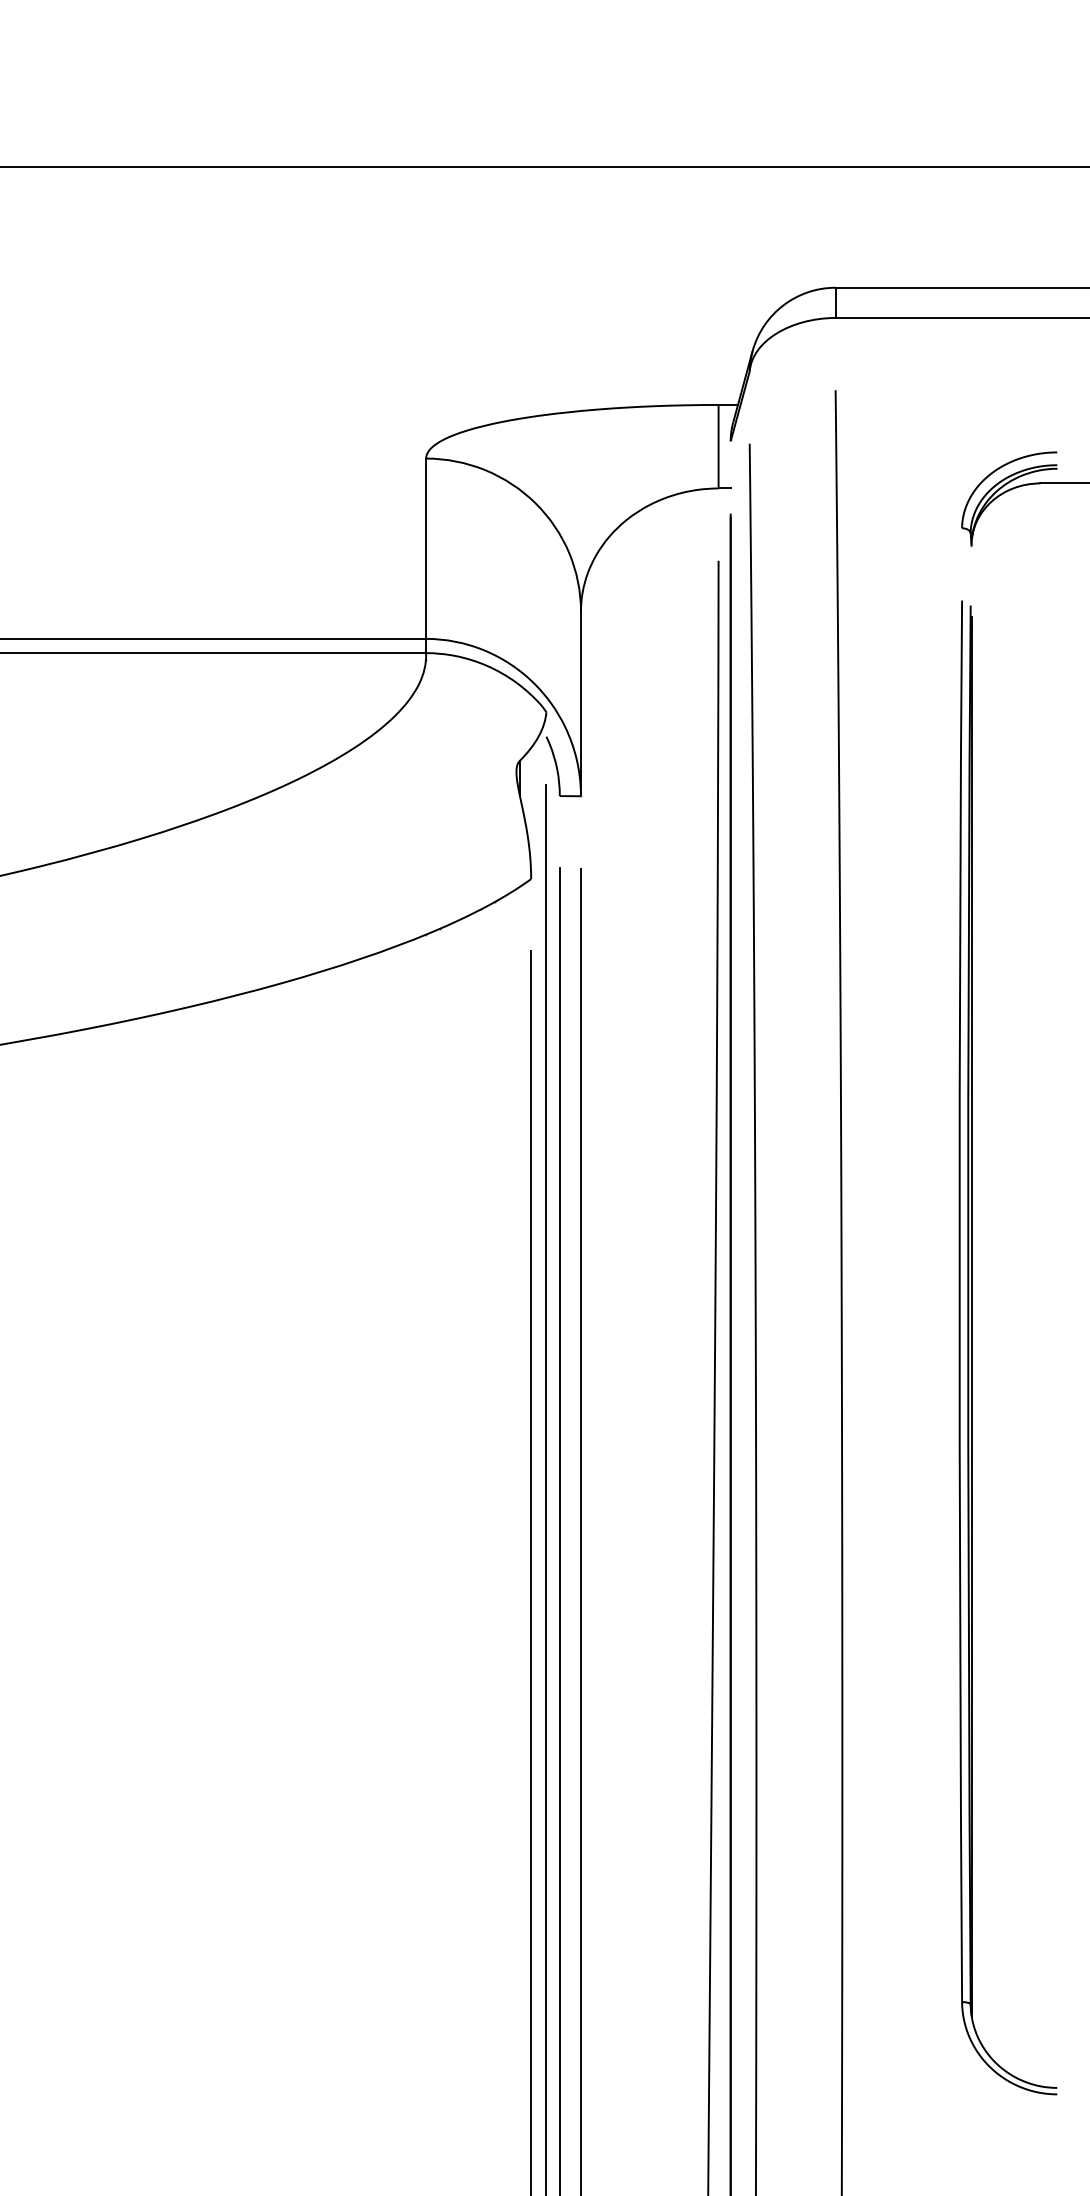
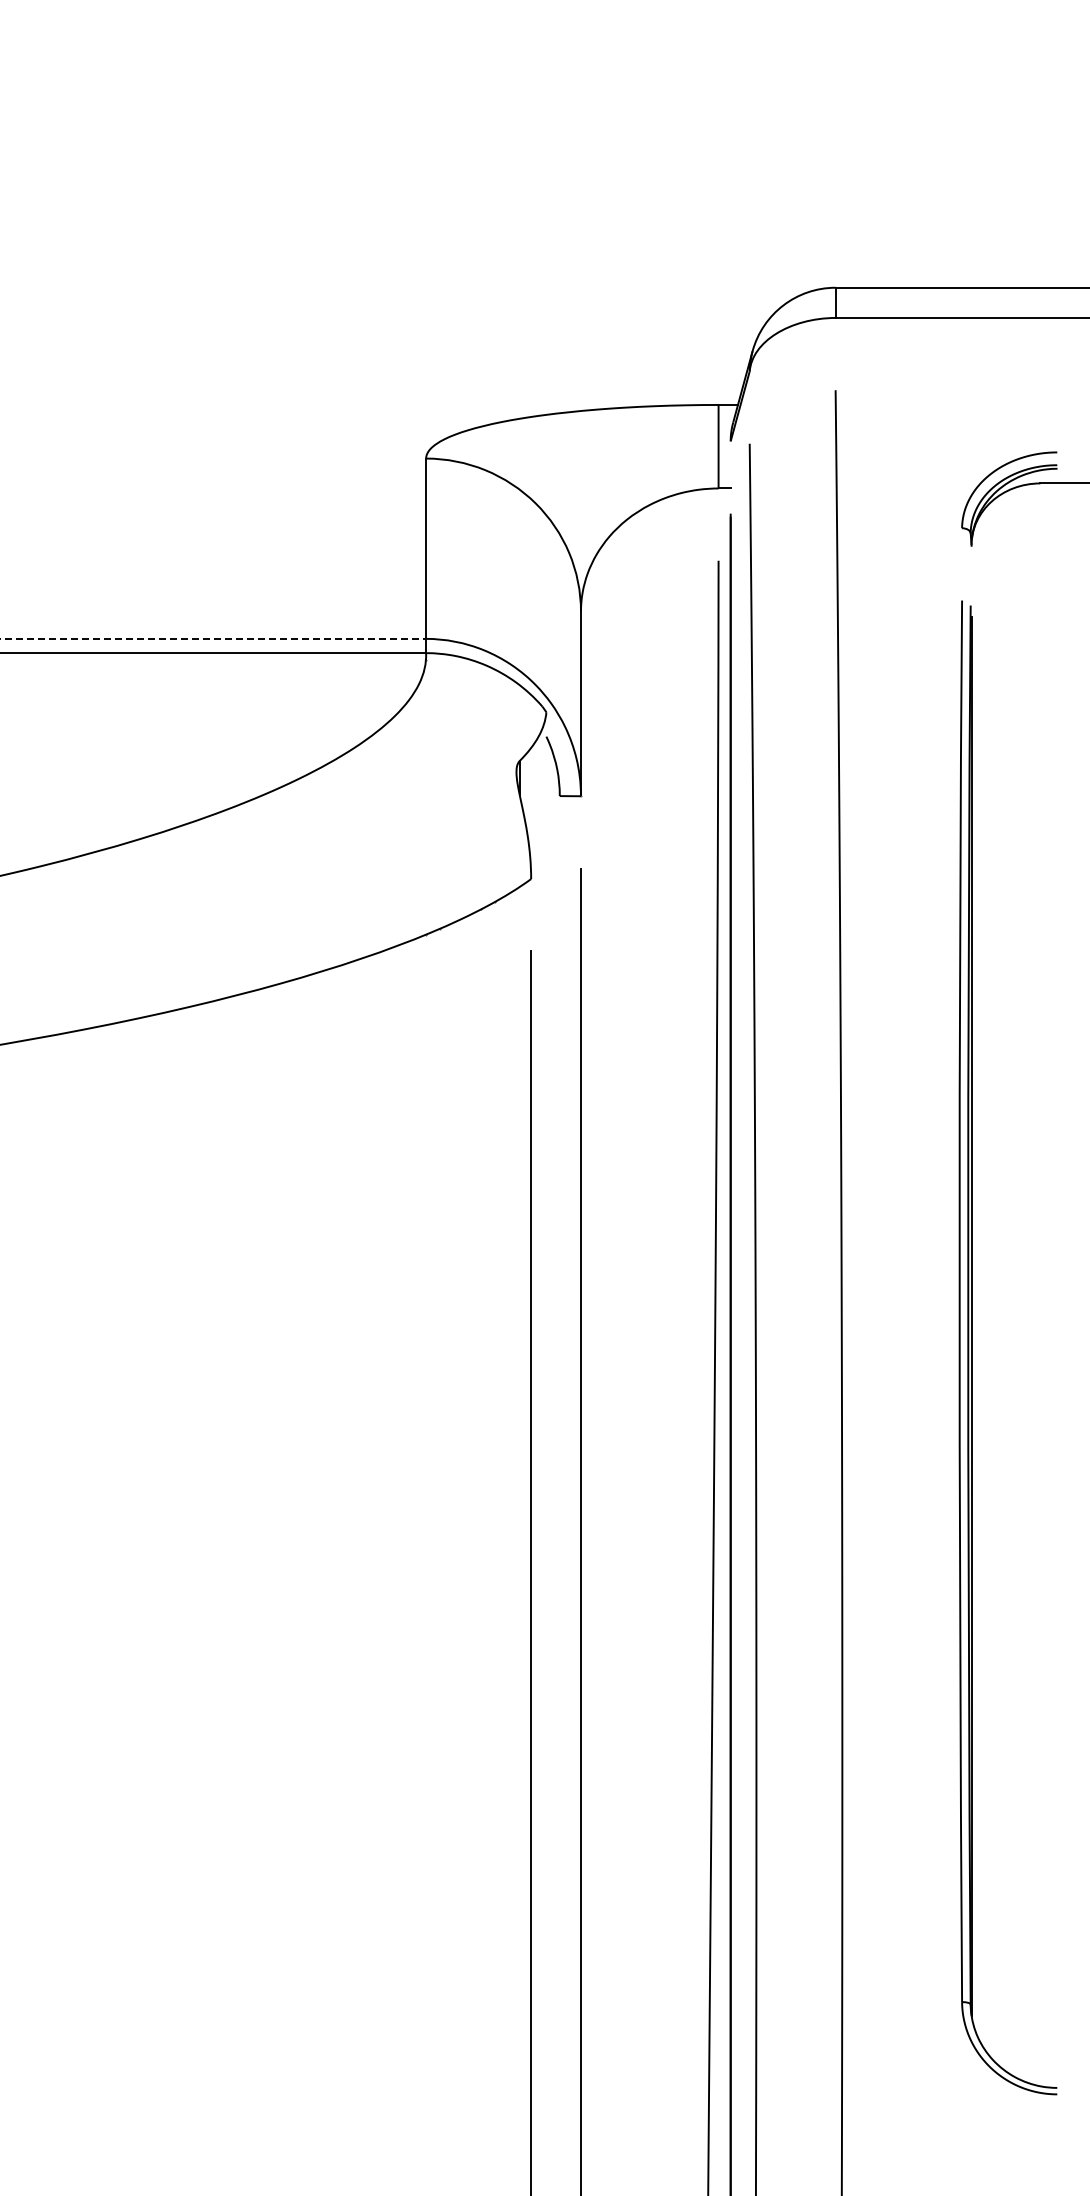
line at (544, 167): present -> none
line at (213, 638): solid -> dashed
line at (546, 1488): present -> none
line at (559, 1530): present -> none
